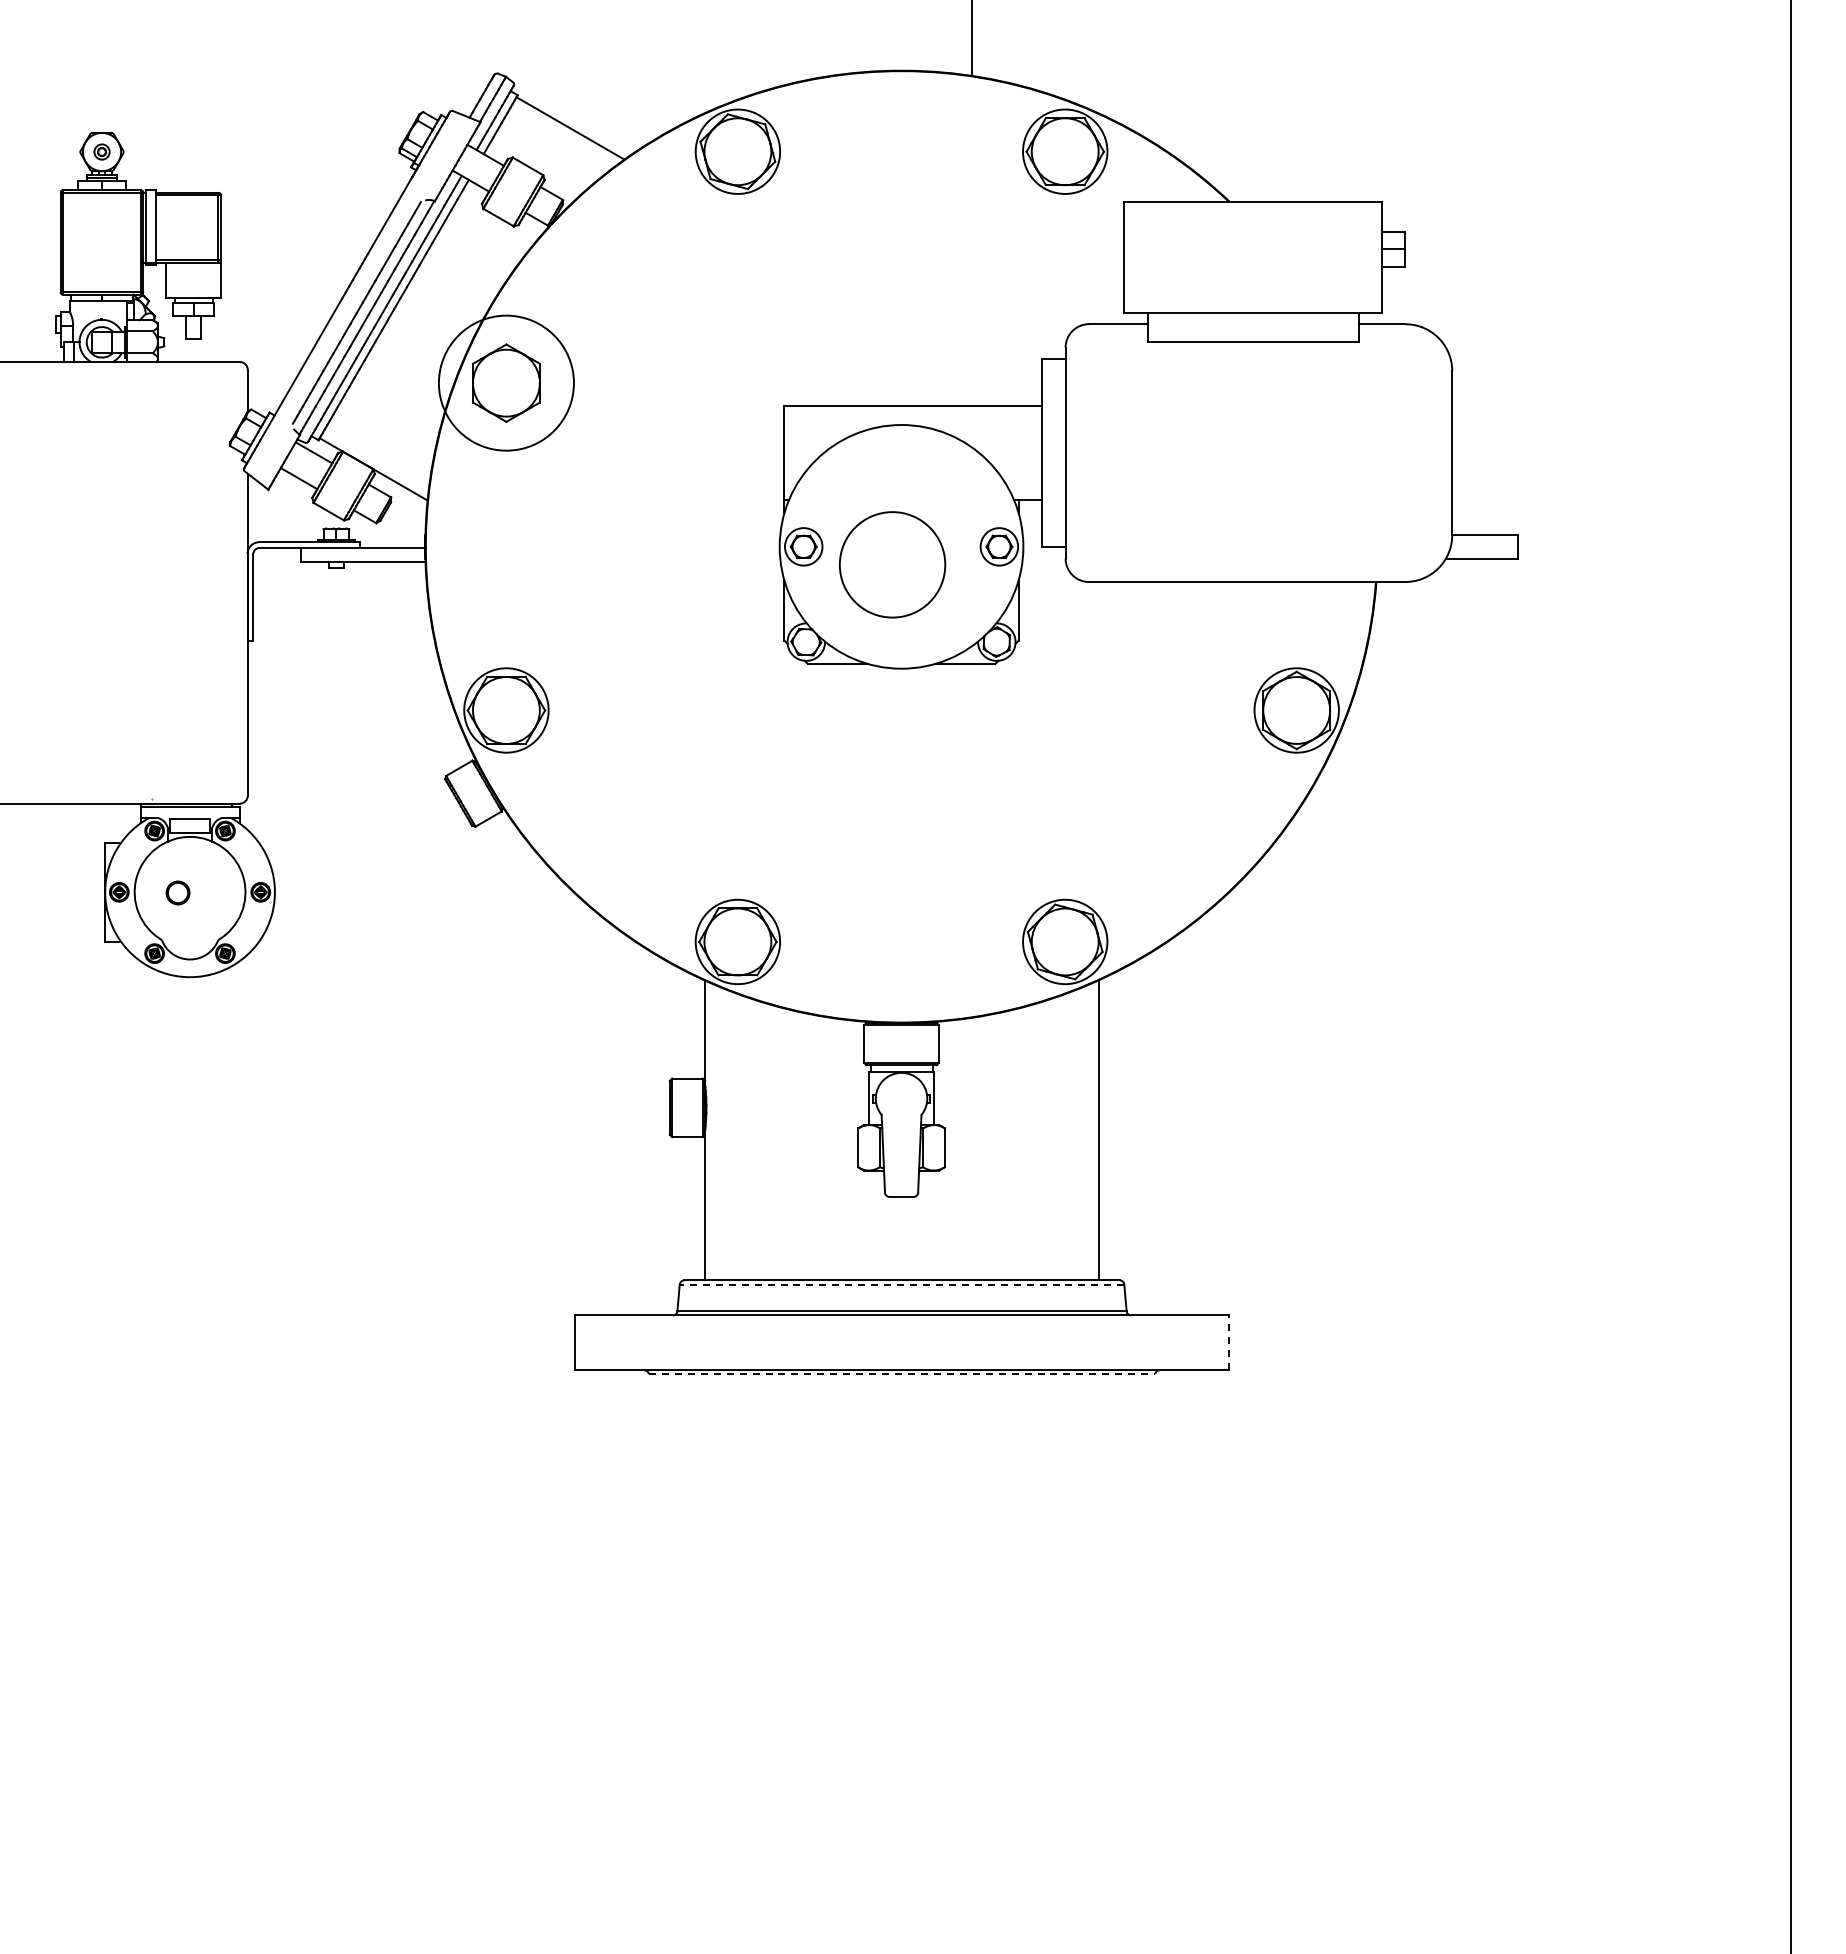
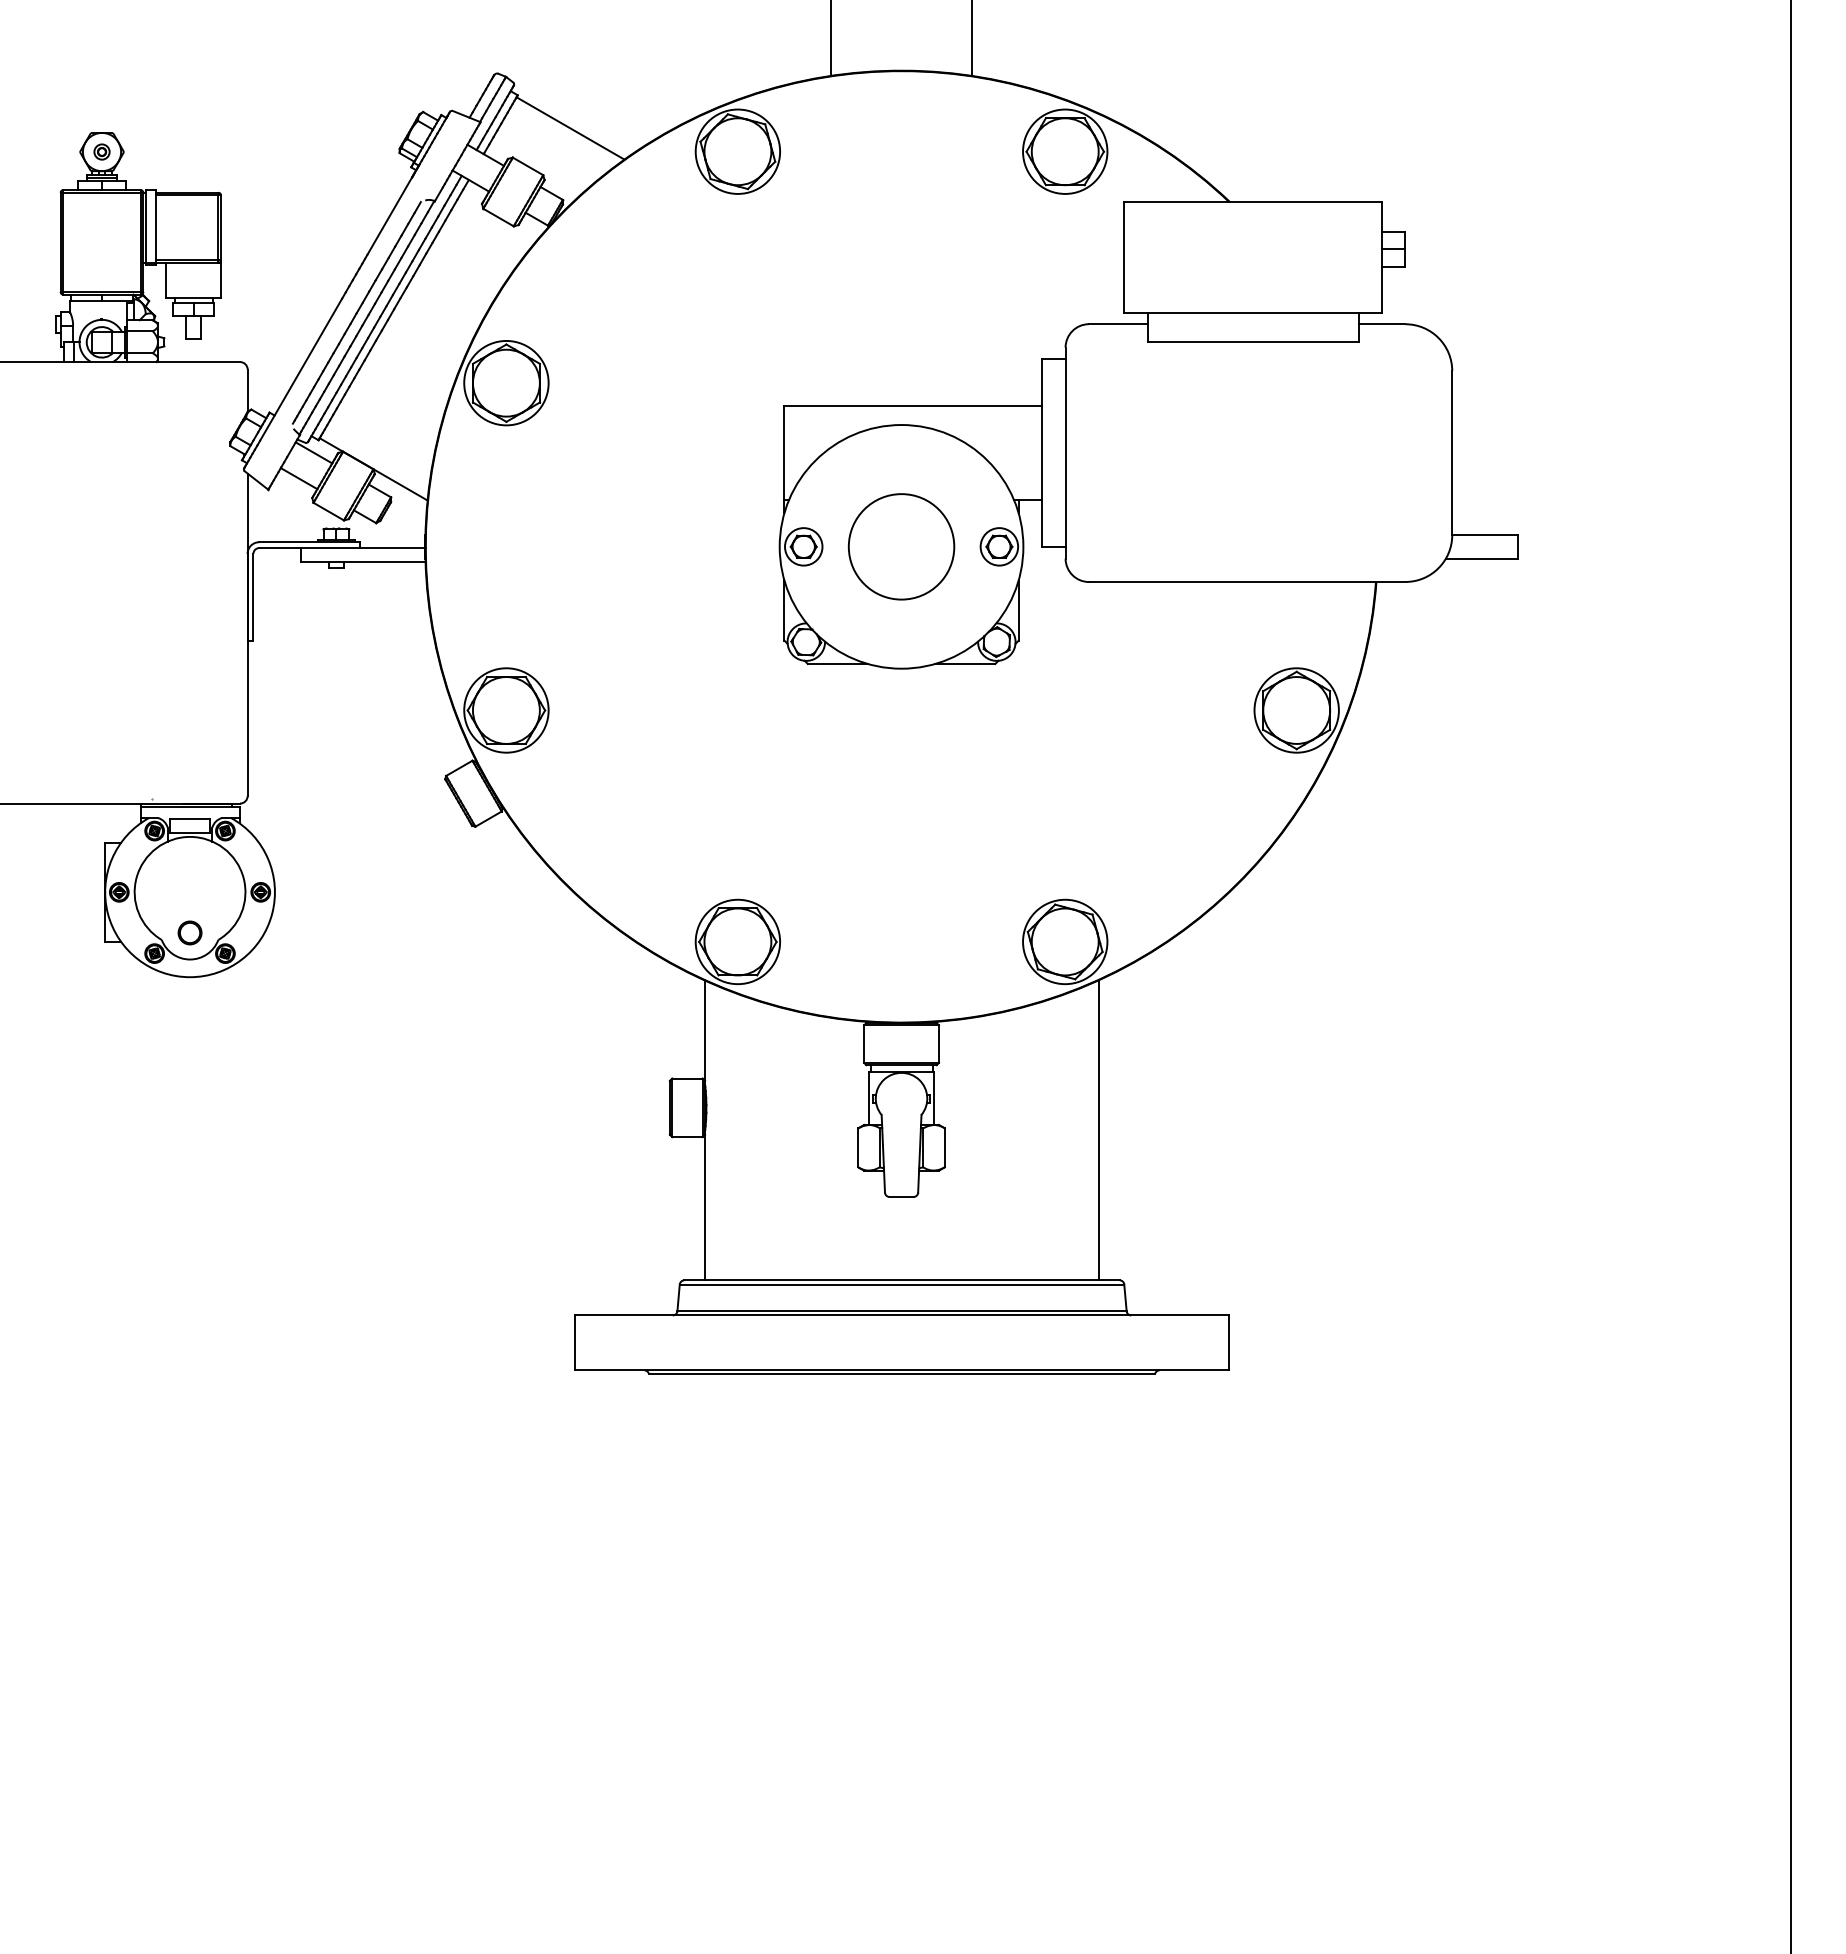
line at (831, 38): none -> present
circle at (505, 382) diameter: 135 px -> 84 px
circle at (892, 564) position: (892, 564) -> (901, 546)
part at (177, 892) position: (177, 892) -> (189, 932)
line at (901, 1284): dashed -> solid
line at (1228, 1342): dashed -> solid
line at (902, 1374): dashed -> solid
